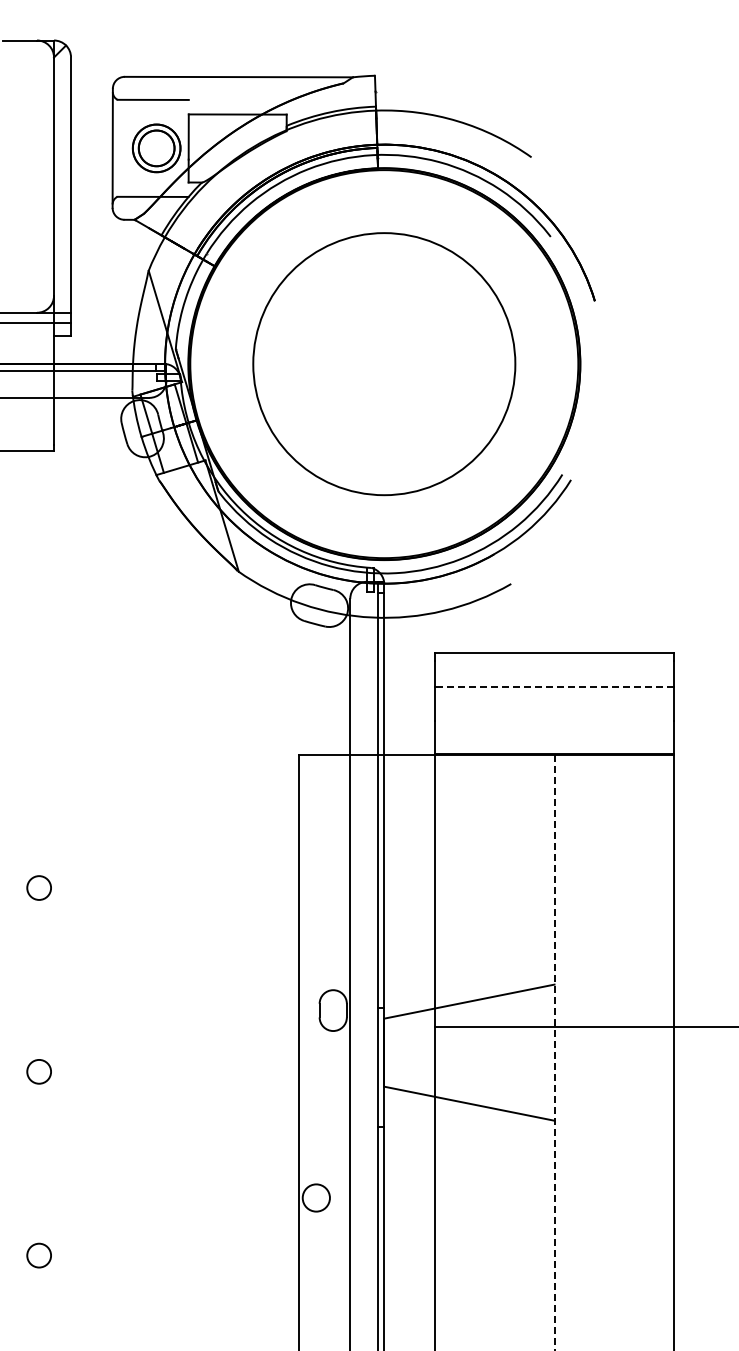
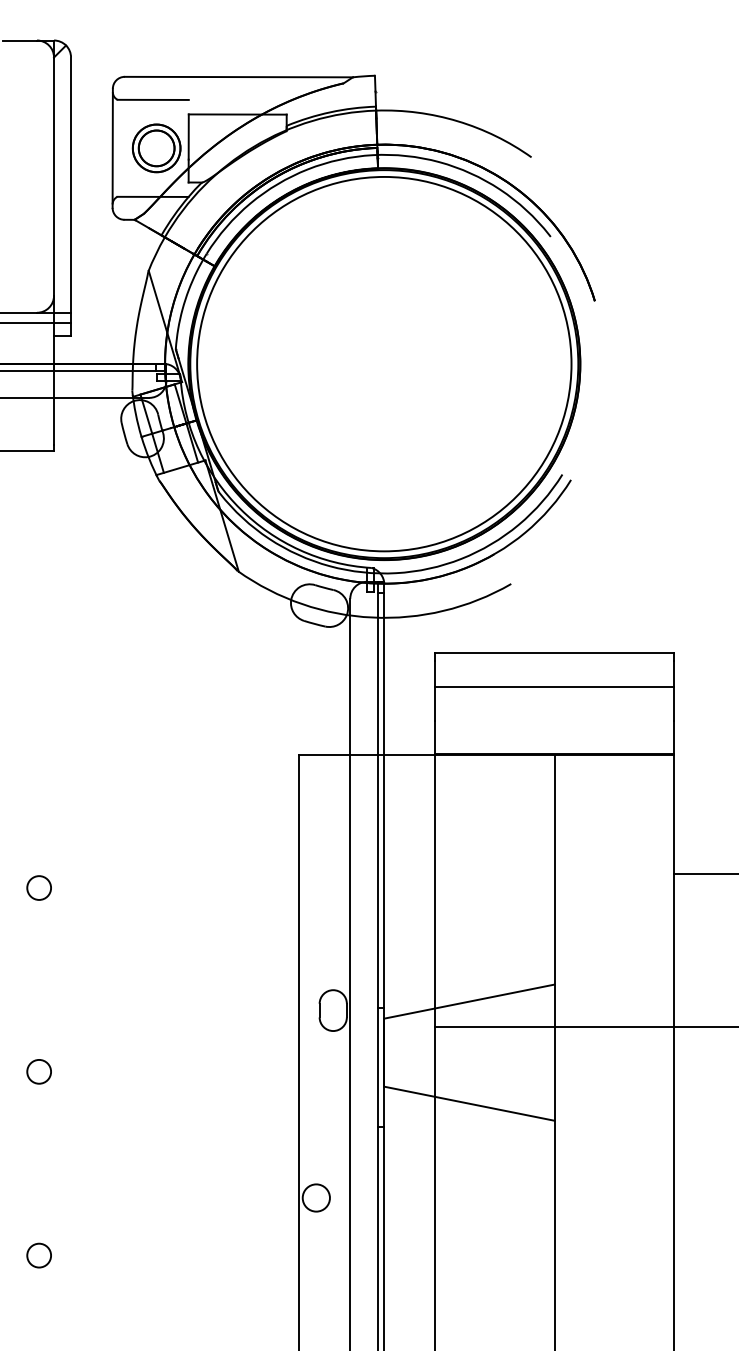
circle at (384, 364) diameter: 262 px -> 374 px
line at (554, 686): dashed -> solid
line at (704, 873): none -> present
line at (554, 1052): dashed -> solid
